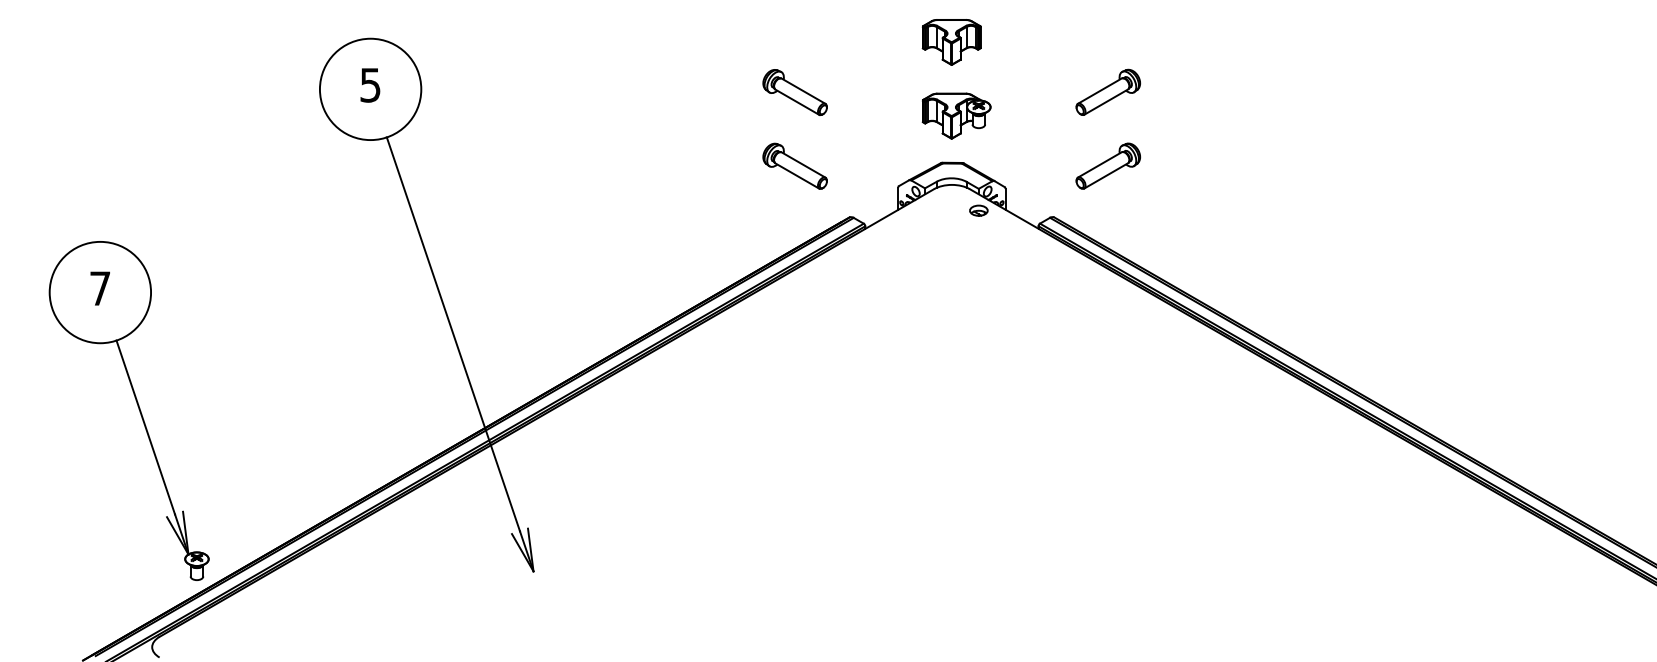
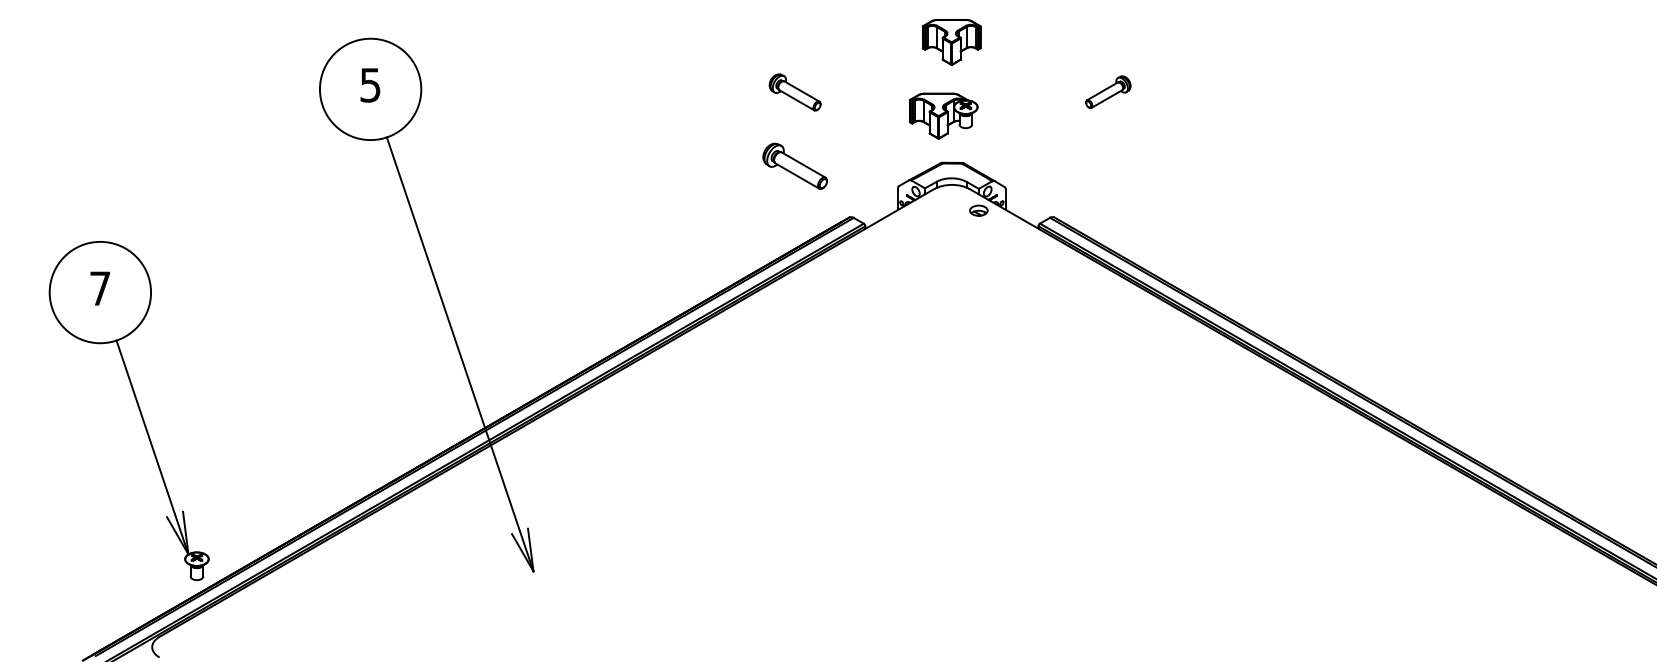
part at (1108, 91) size: 67x48 px -> 47x34 px
part at (794, 92) size: 66x47 px -> 54x39 px
part at (956, 115) position: (956, 115) -> (943, 115)
part at (1108, 165): present -> none
